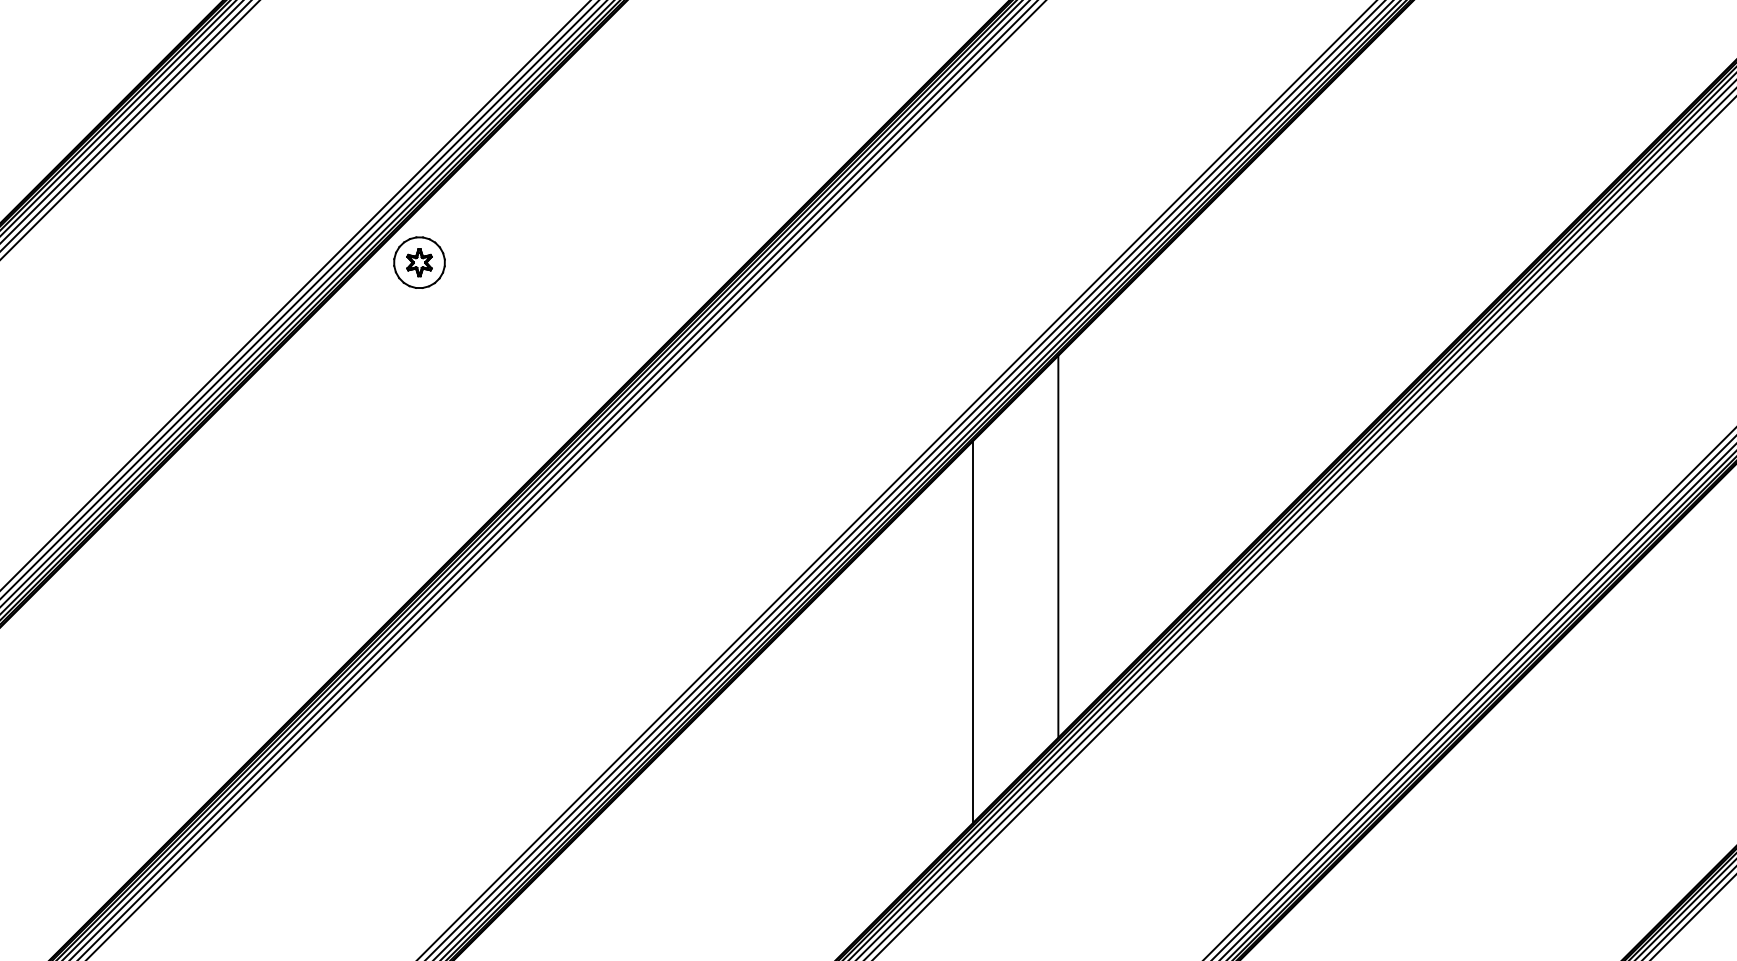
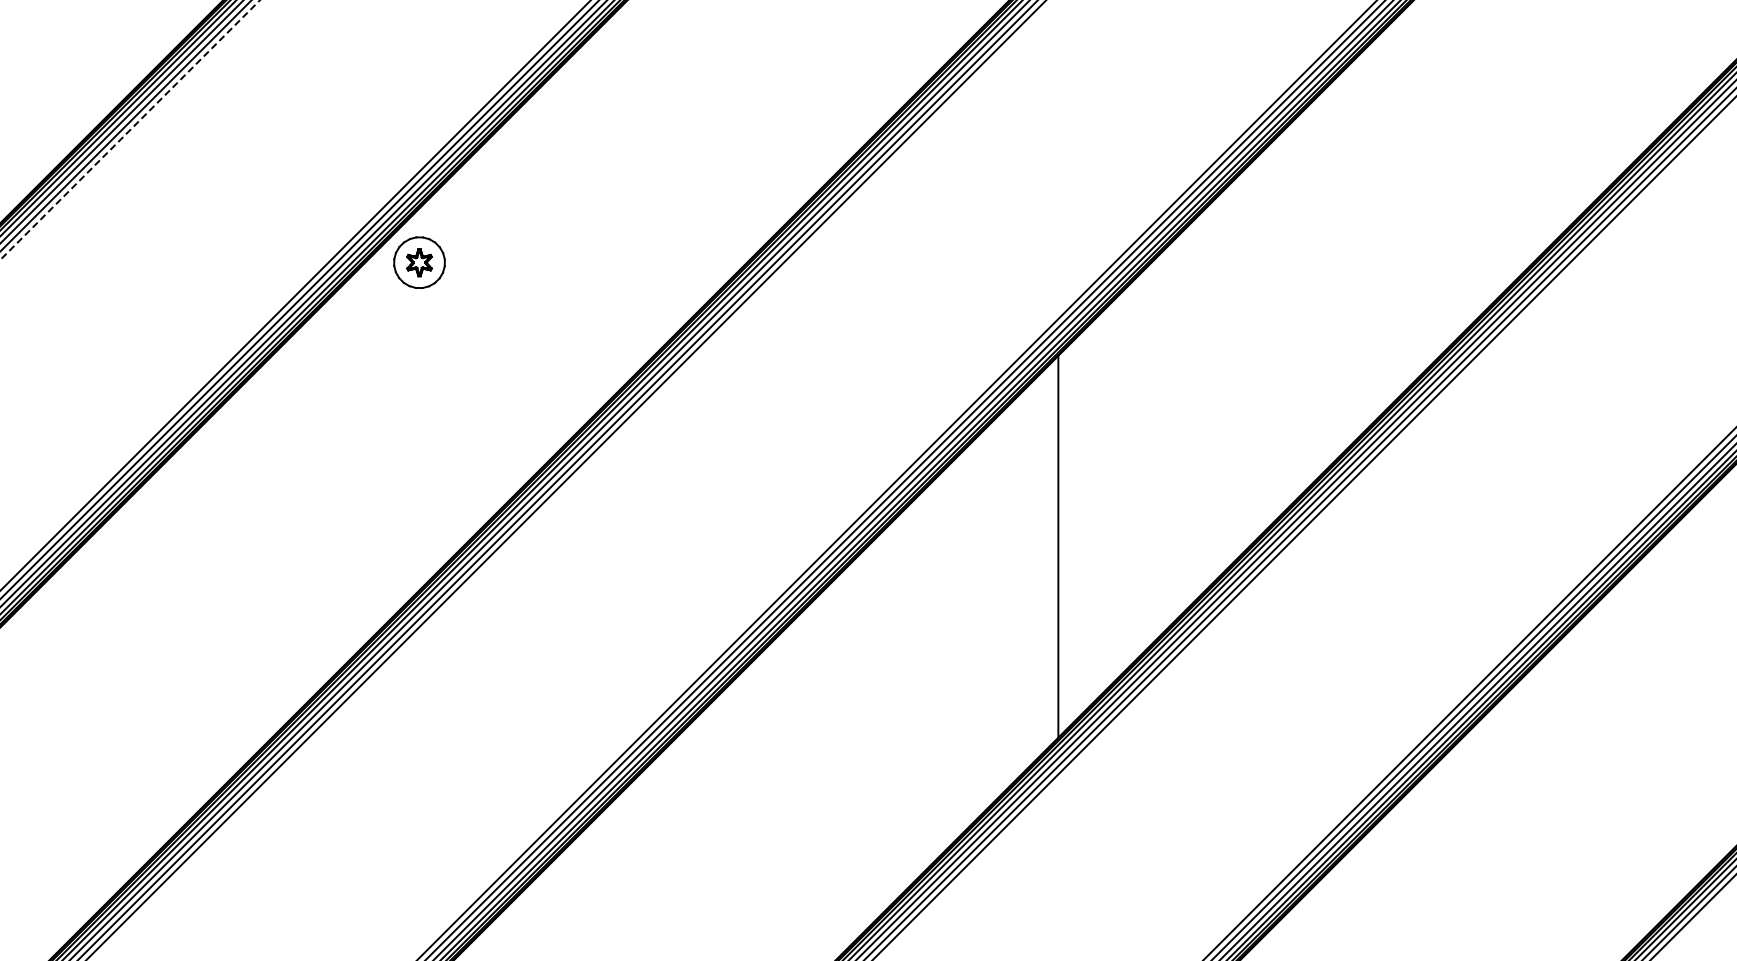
line at (129, 130): solid -> dashed
line at (972, 632): present -> none
